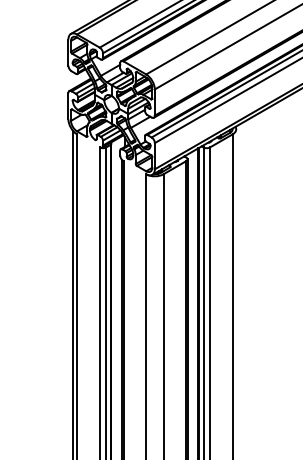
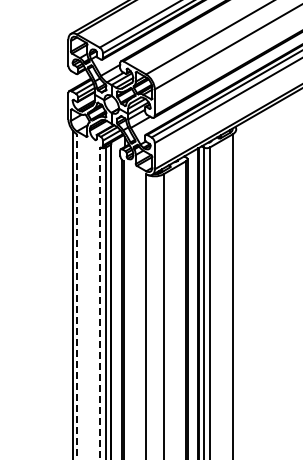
line at (77, 296): solid -> dashed
line at (99, 303): solid -> dashed
